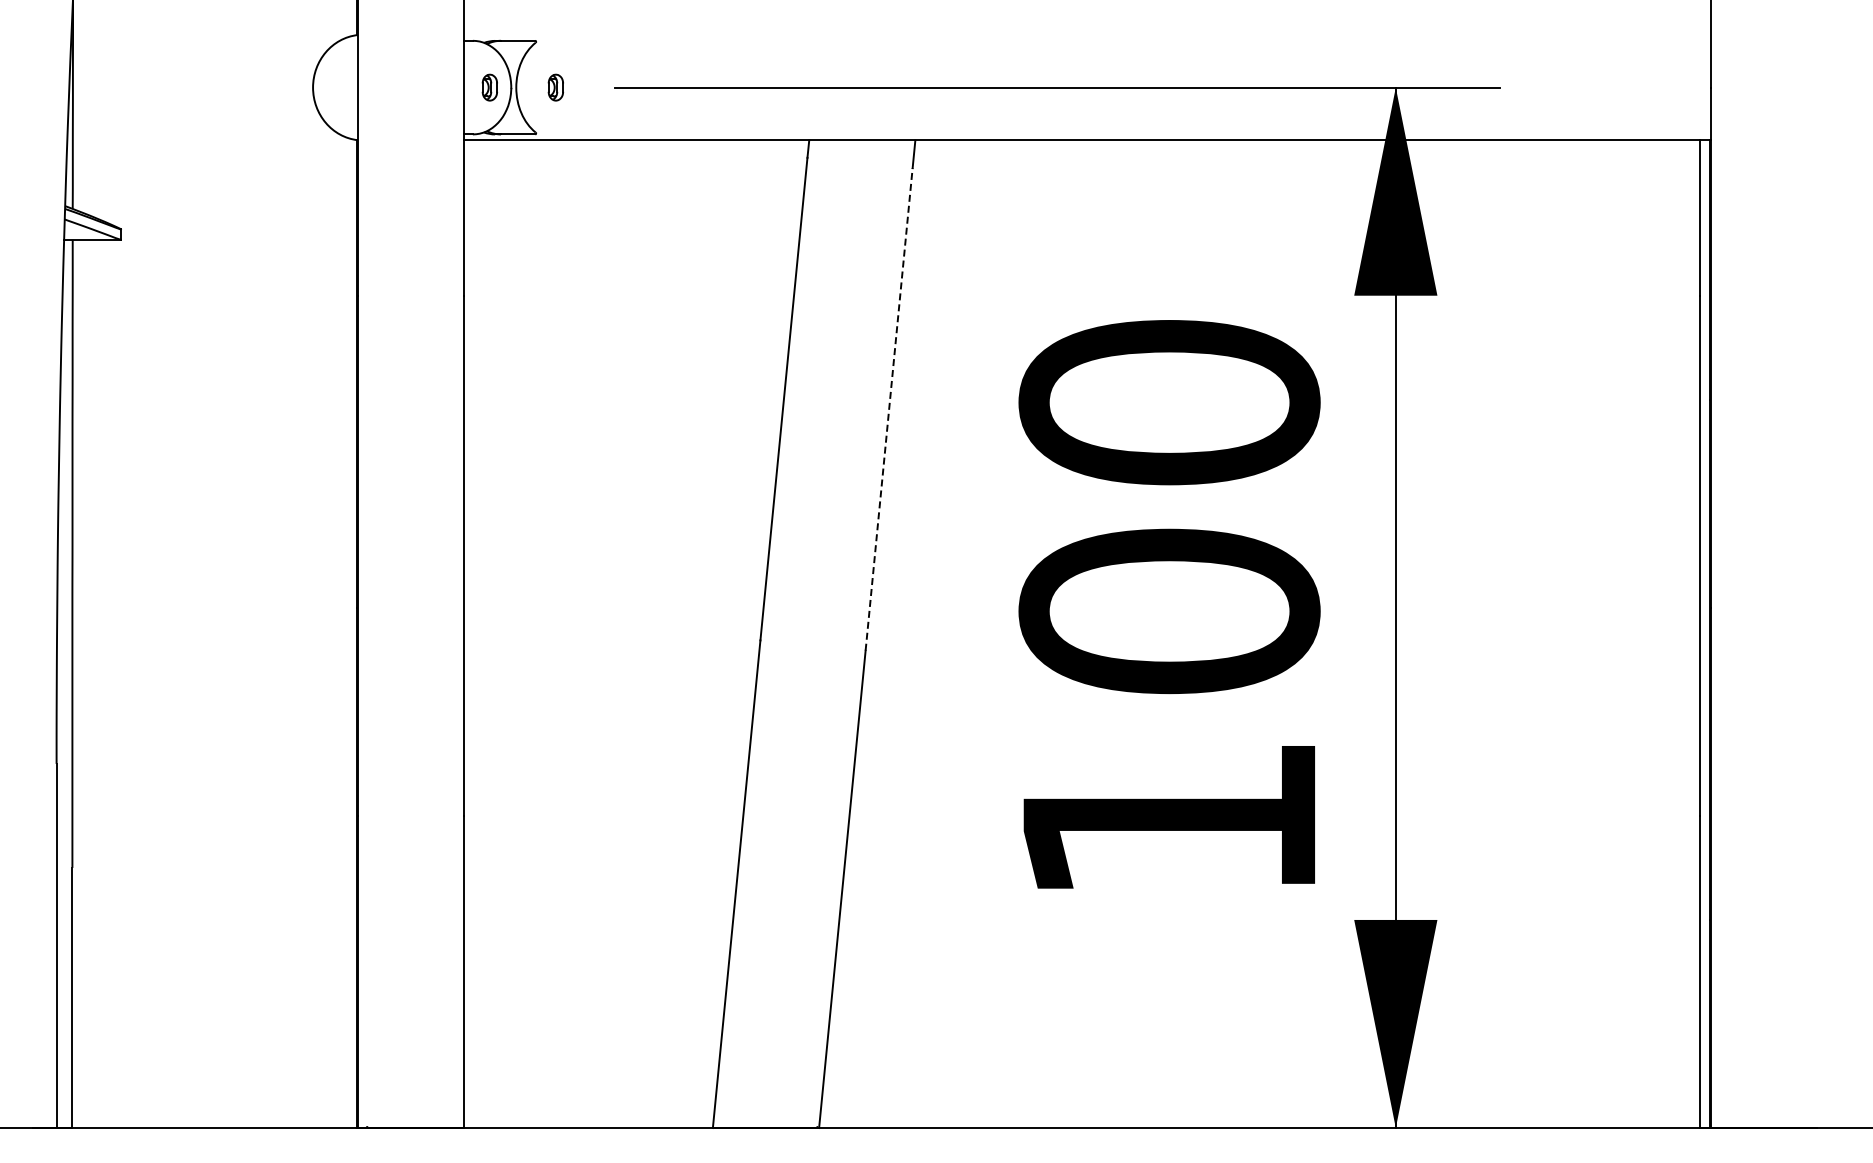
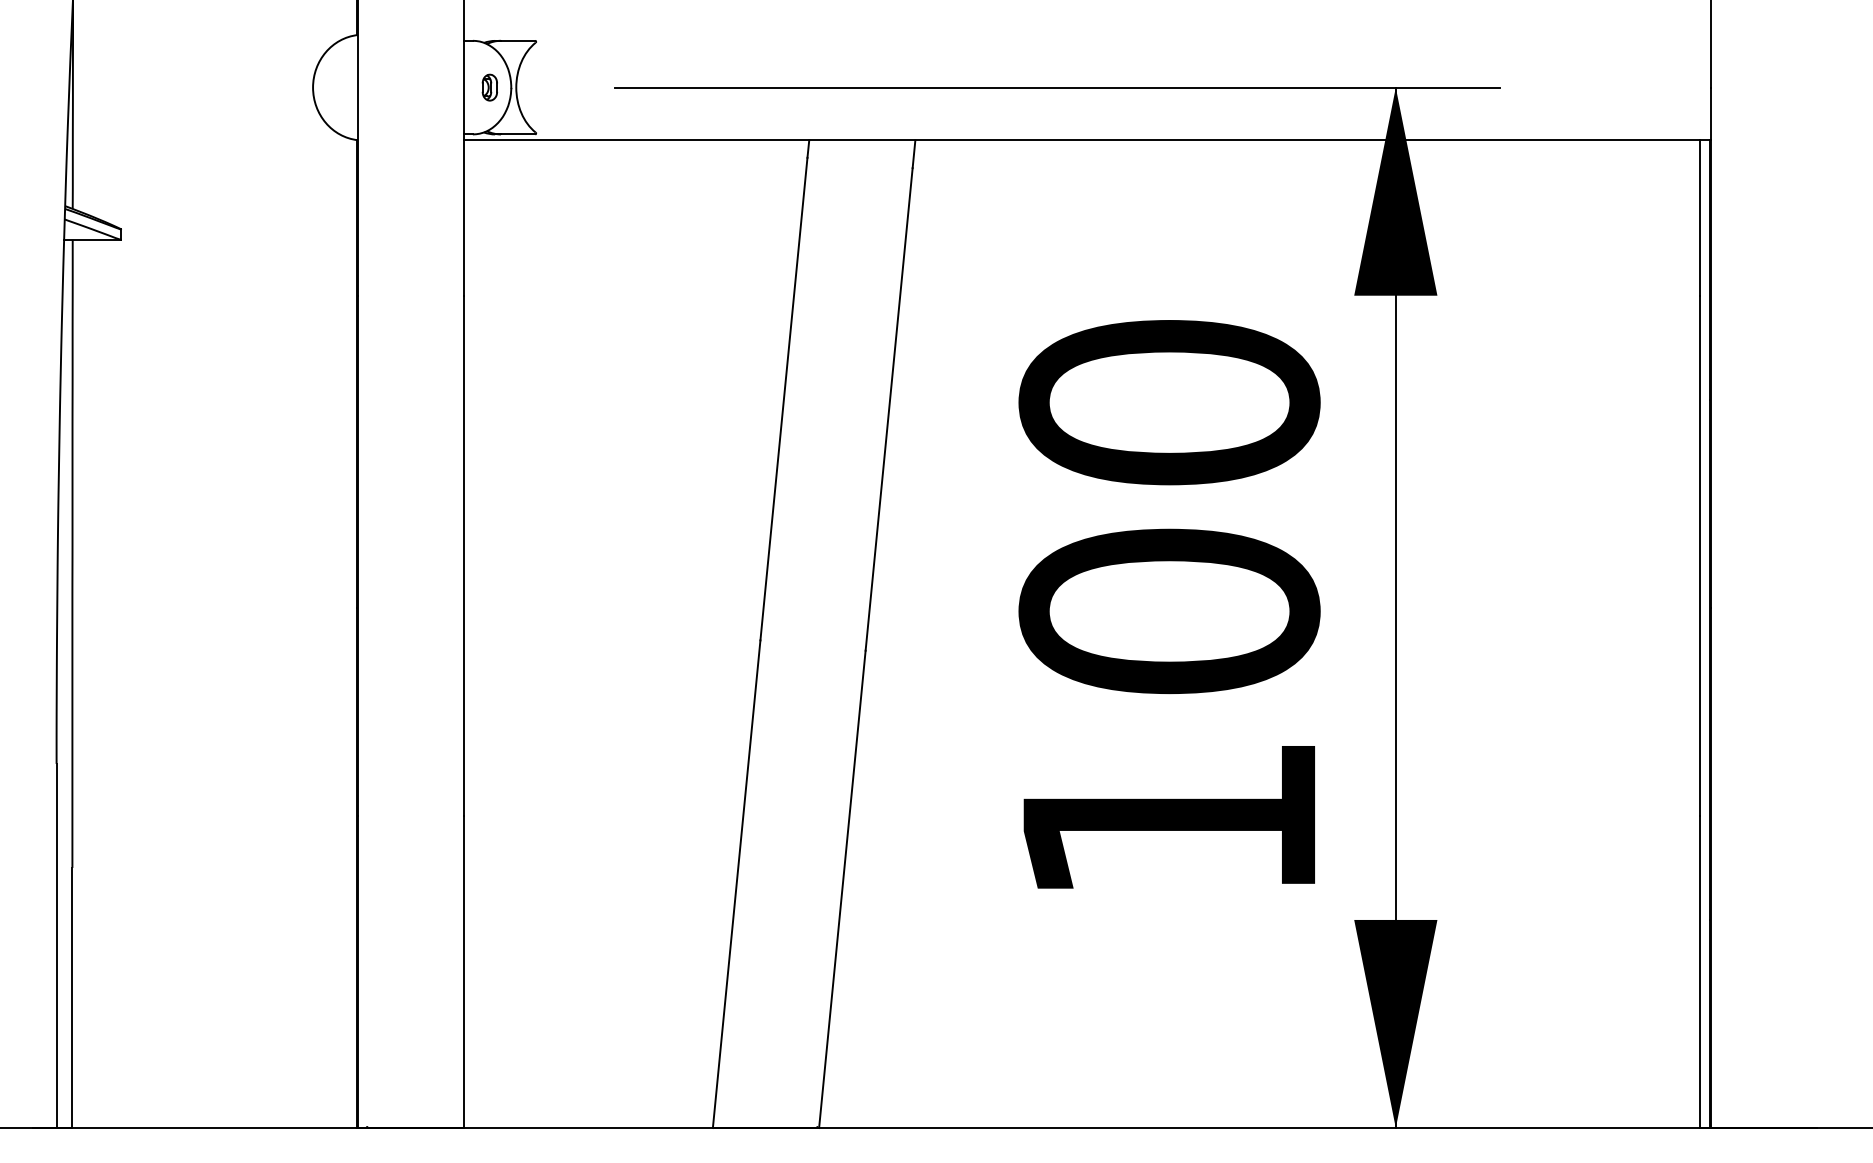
part at (555, 87): present -> none
line at (889, 408): dashed -> solid
